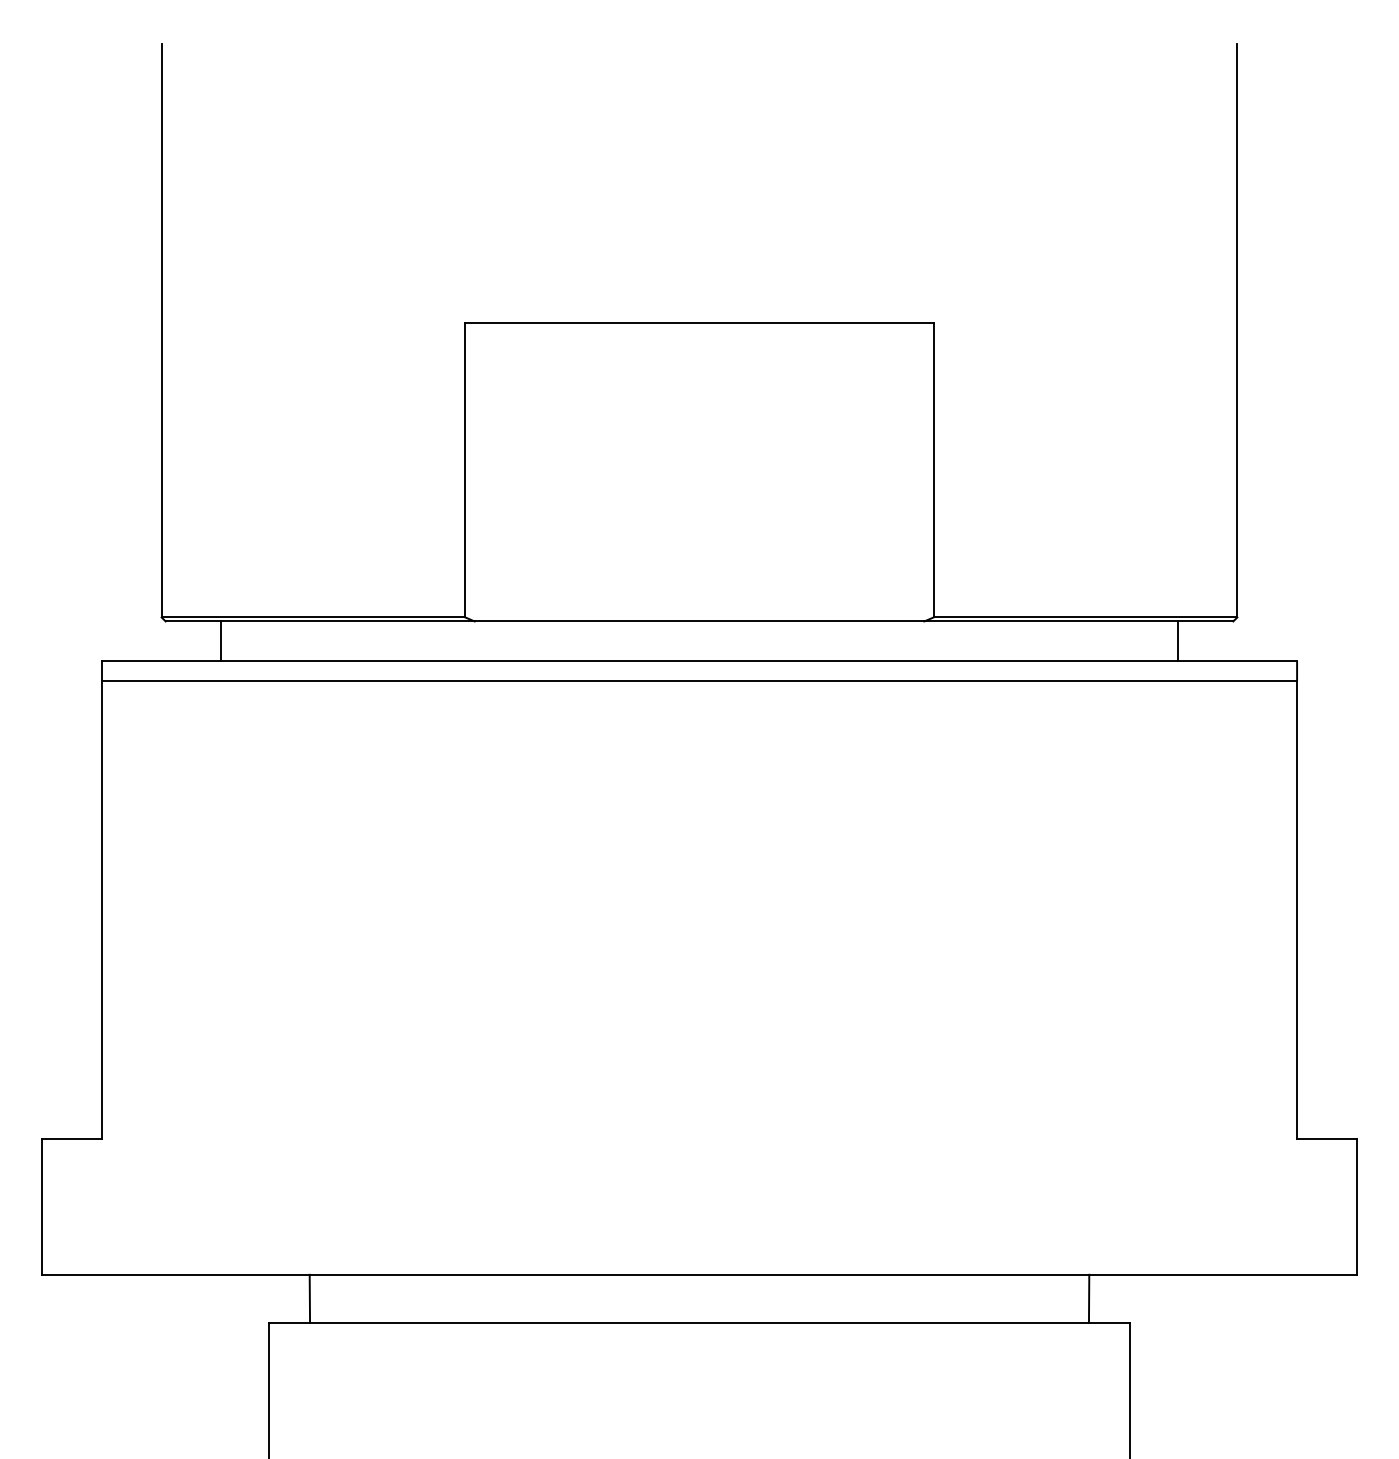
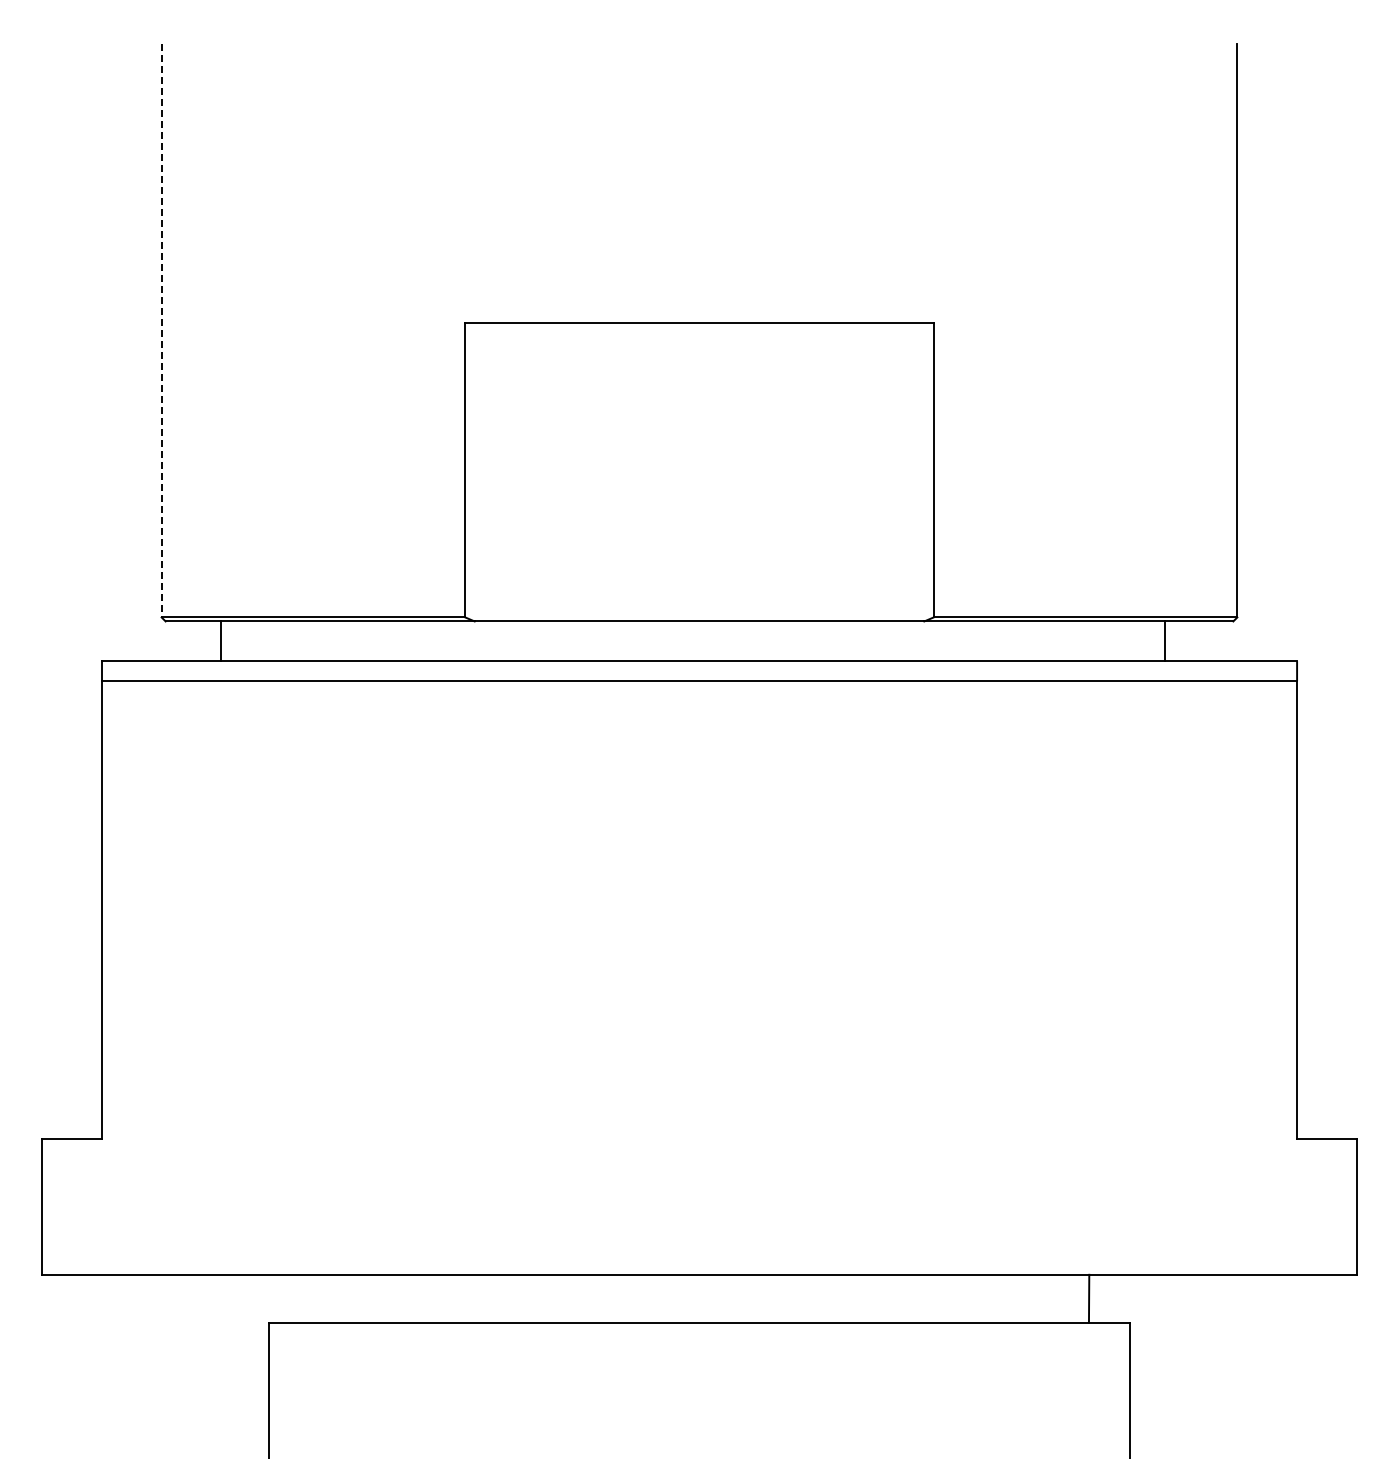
line at (161, 330): solid -> dashed
line at (1177, 641) position: (1177, 641) -> (1164, 641)
line at (309, 1298): present -> none
